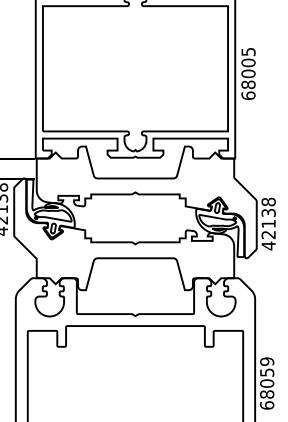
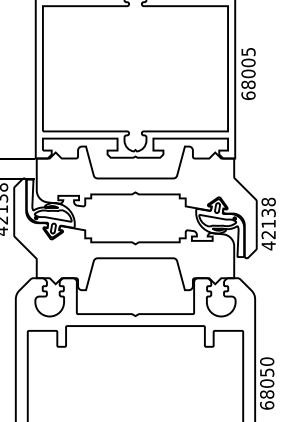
text at (267, 361): 68059 -> 68050
